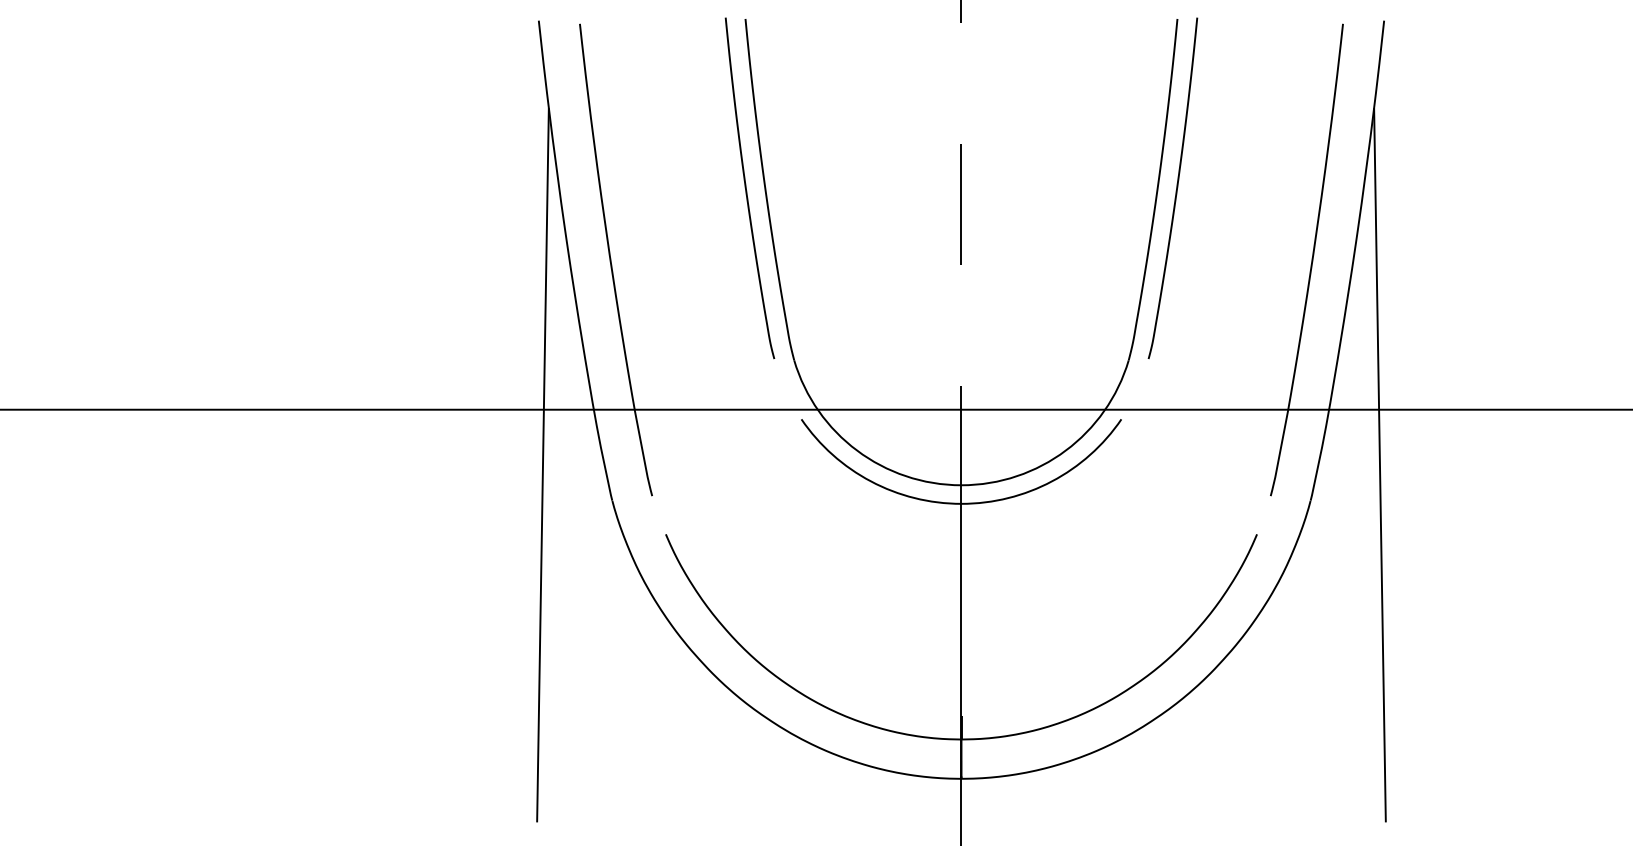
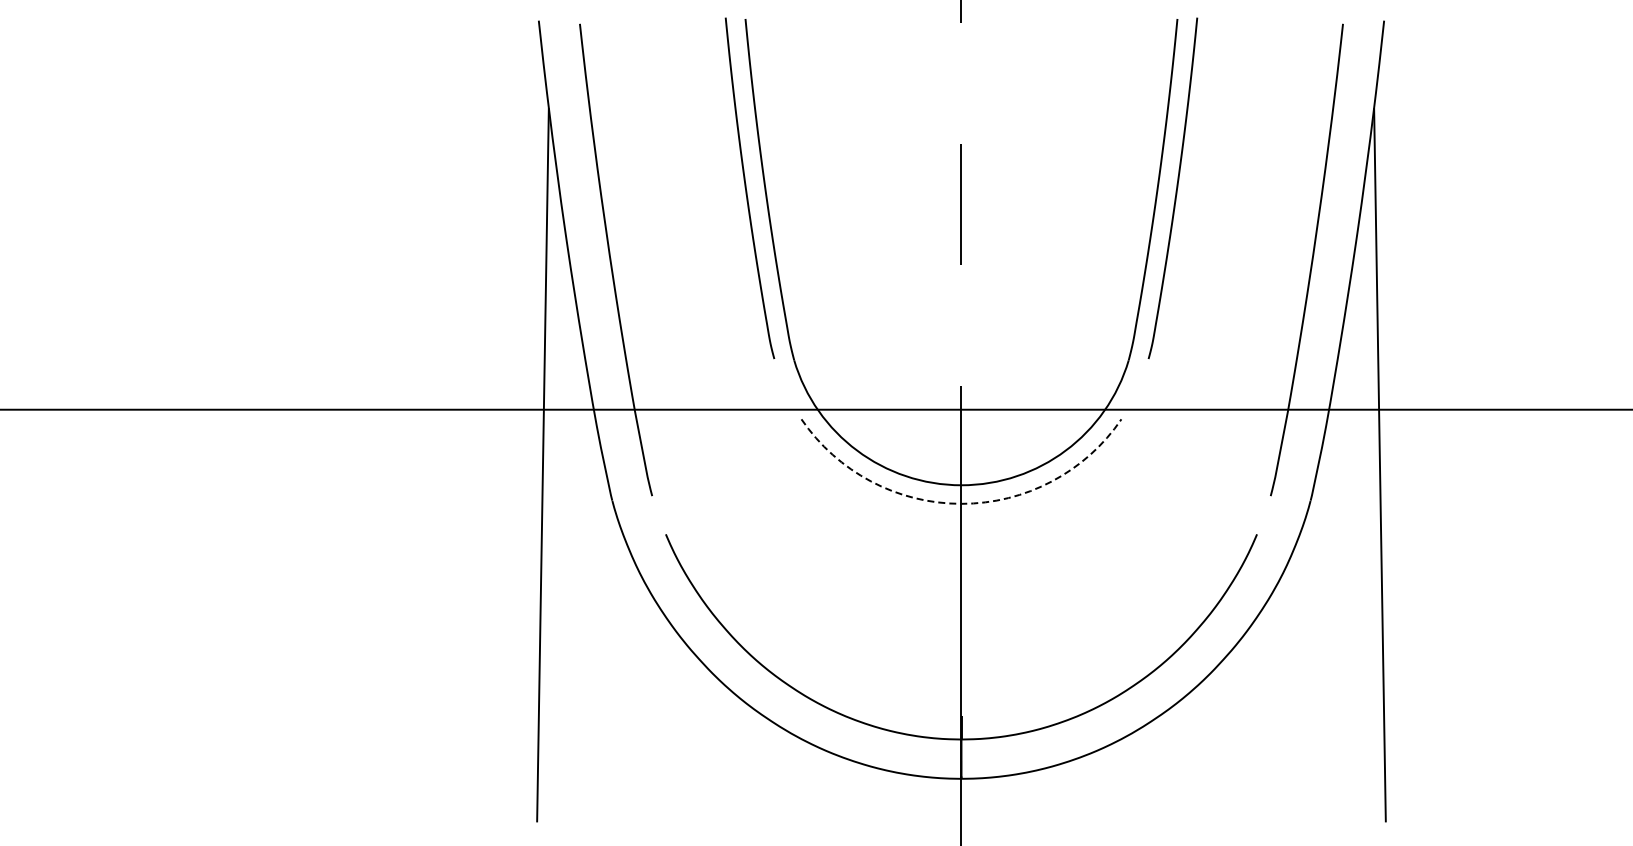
arc at (961, 503): solid -> dashed
